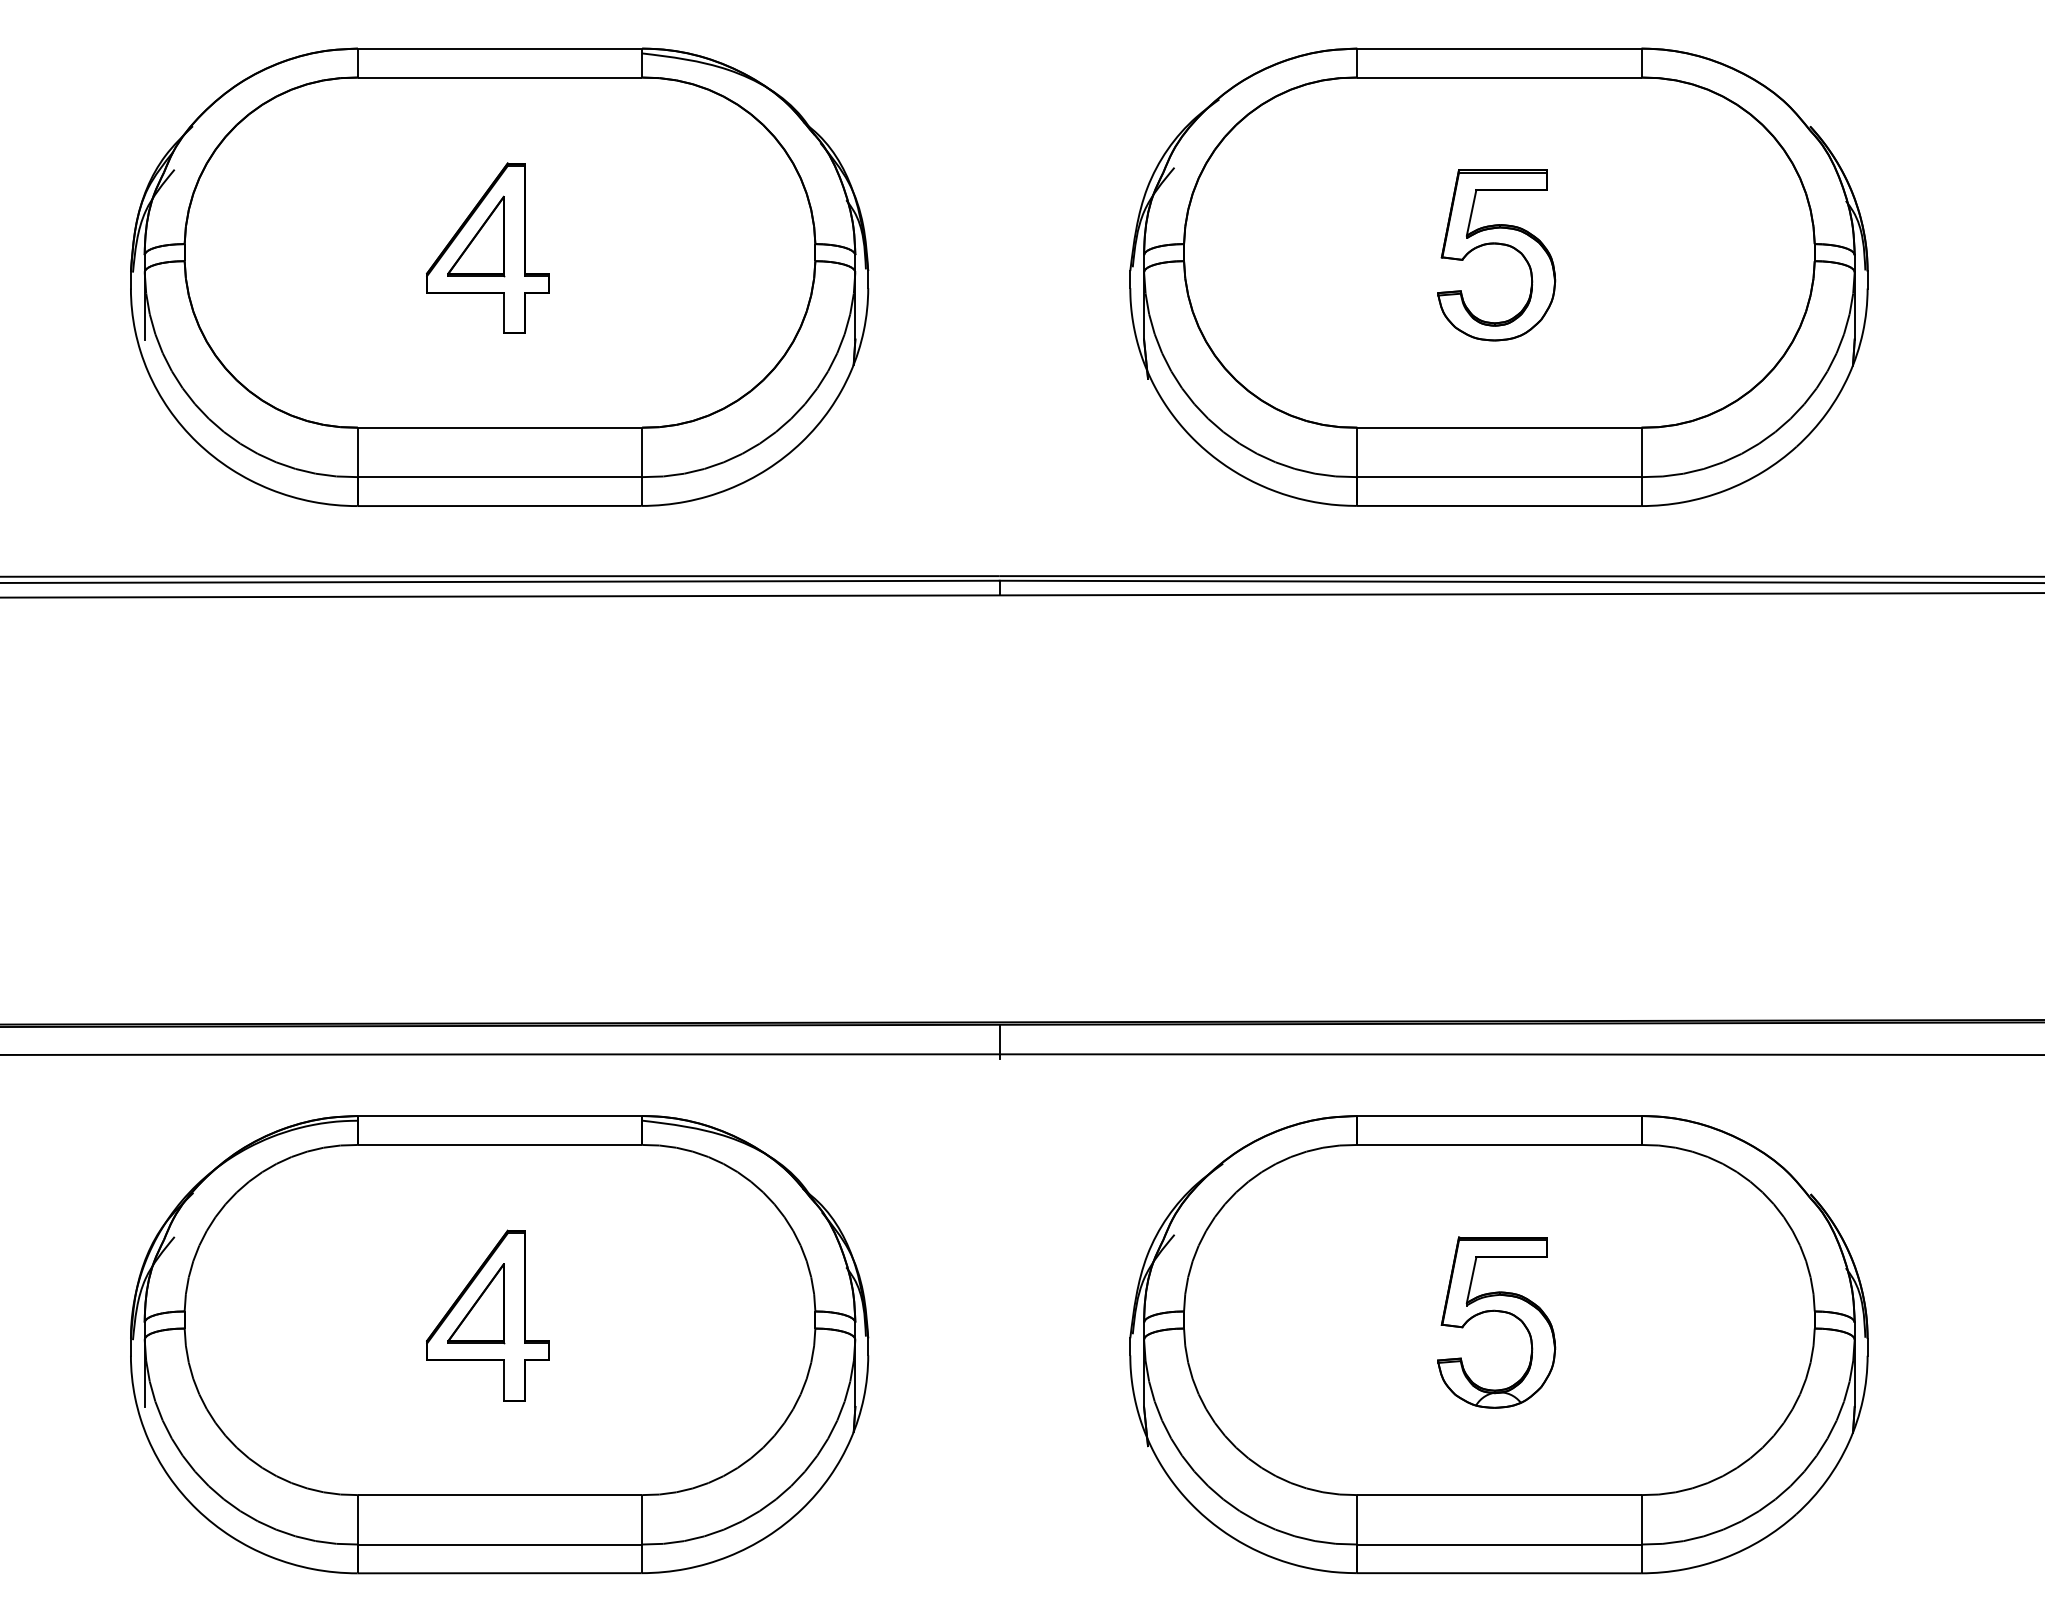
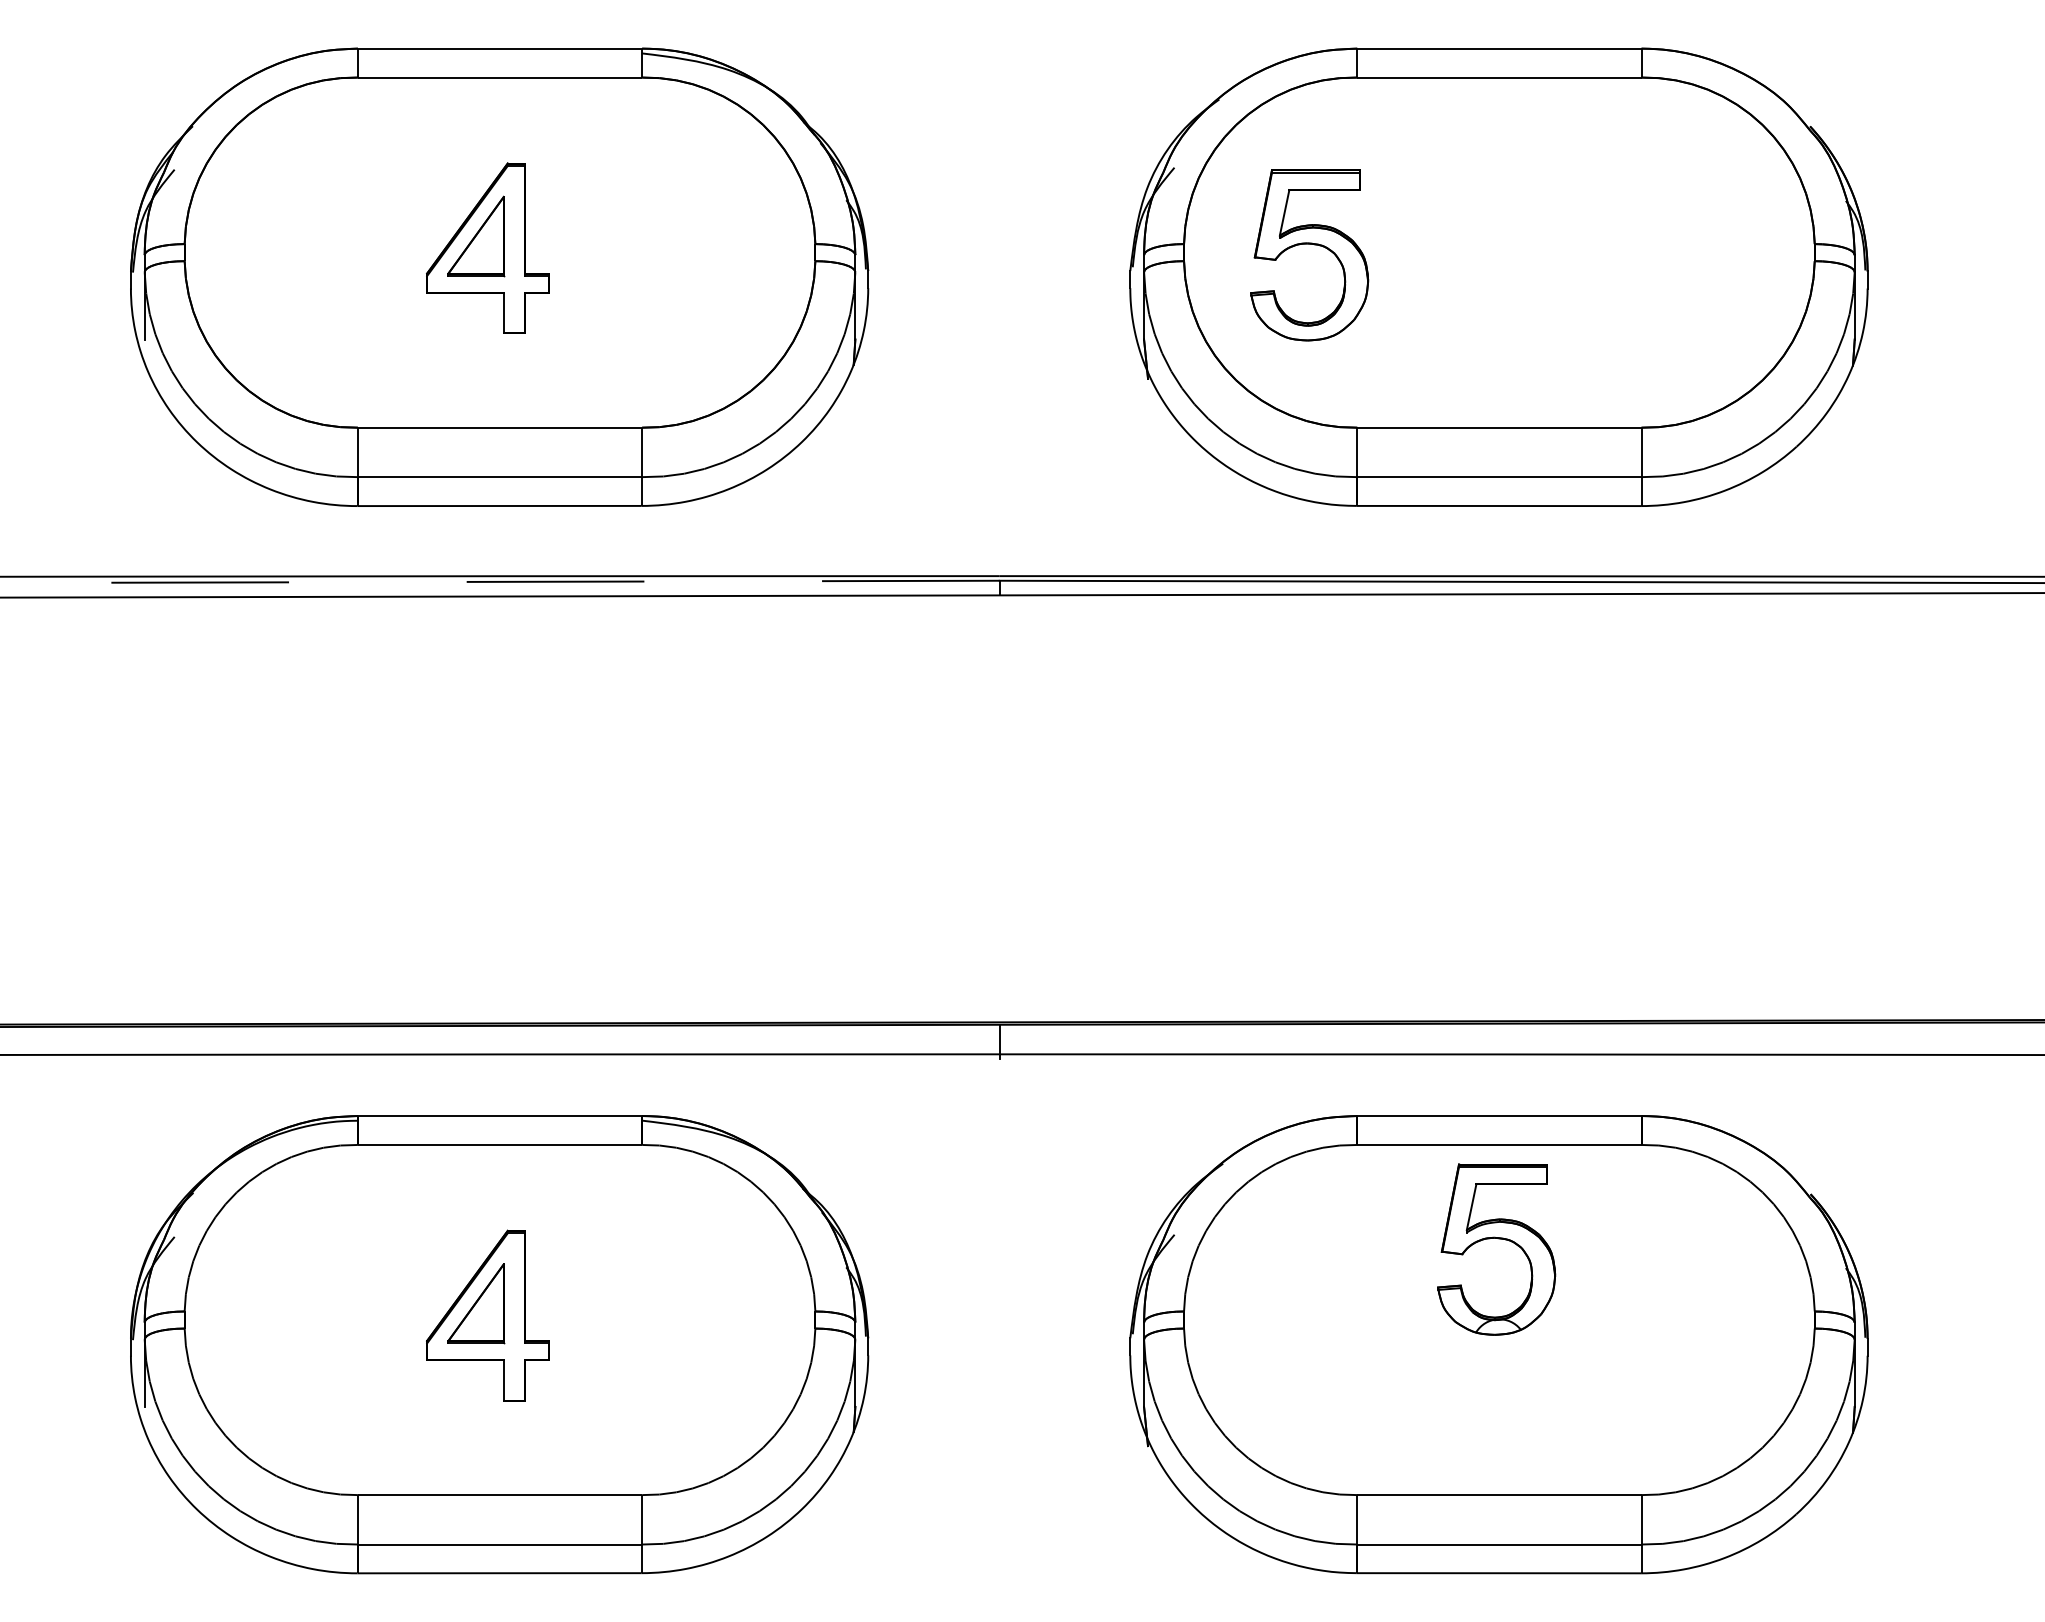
part at (1496, 244) position: (1496, 244) -> (1309, 244)
line at (499, 581): solid -> dashed
part at (1498, 1312) position: (1498, 1312) -> (1498, 1239)
